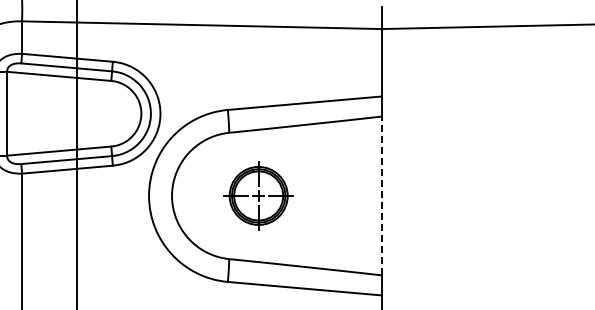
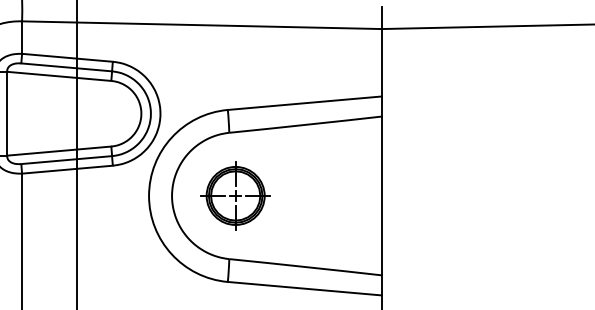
part at (258, 195) position: (258, 195) -> (235, 195)
line at (381, 195): dashed -> solid
